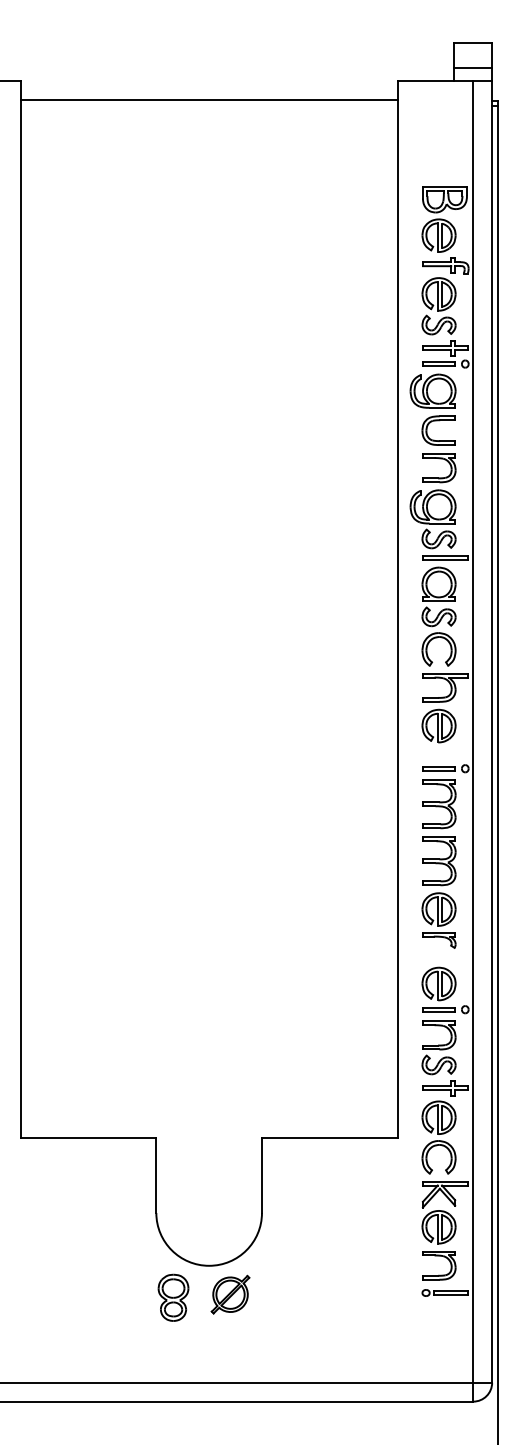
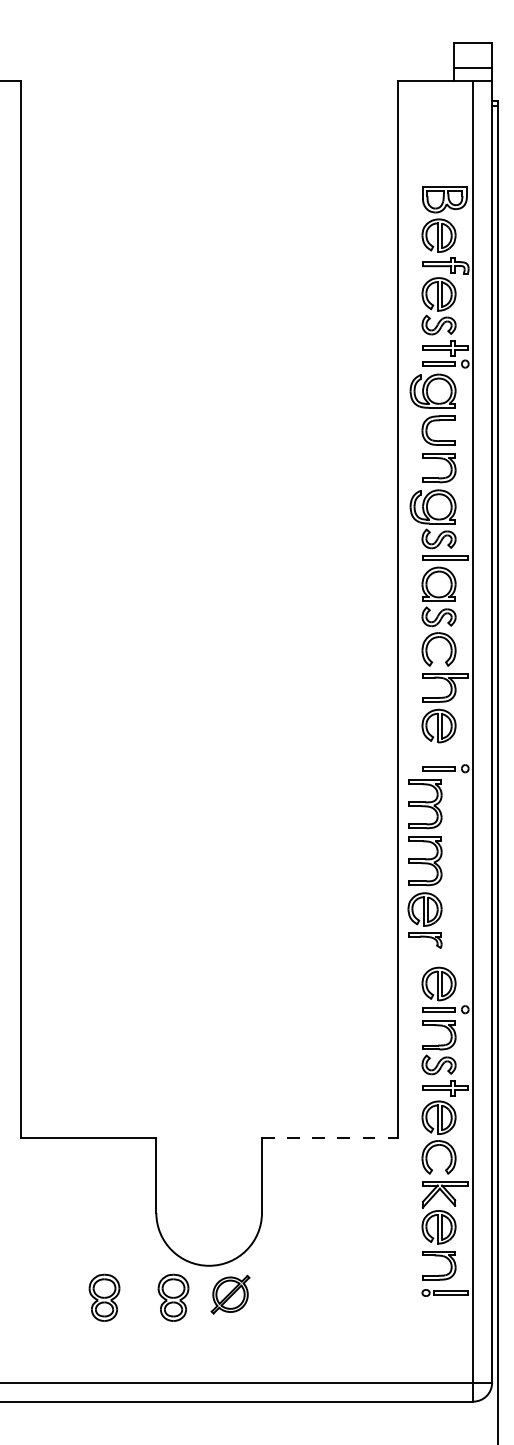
line at (208, 99): present -> none
part at (438, 863) position: (438, 863) -> (424, 863)
line at (329, 1137): solid -> dashed
part at (104, 1297): none -> present
